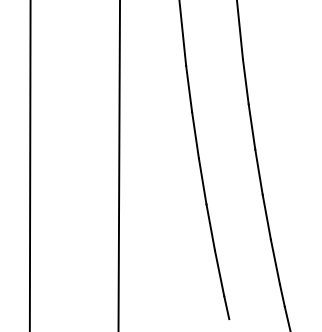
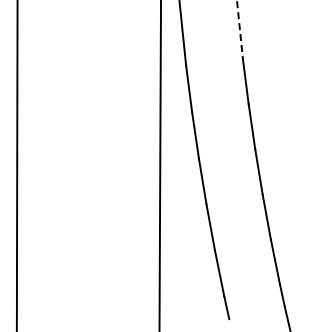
line at (240, 30): solid -> dashed
line at (29, 165) position: (29, 165) -> (16, 165)
line at (119, 165) position: (119, 165) -> (160, 165)
